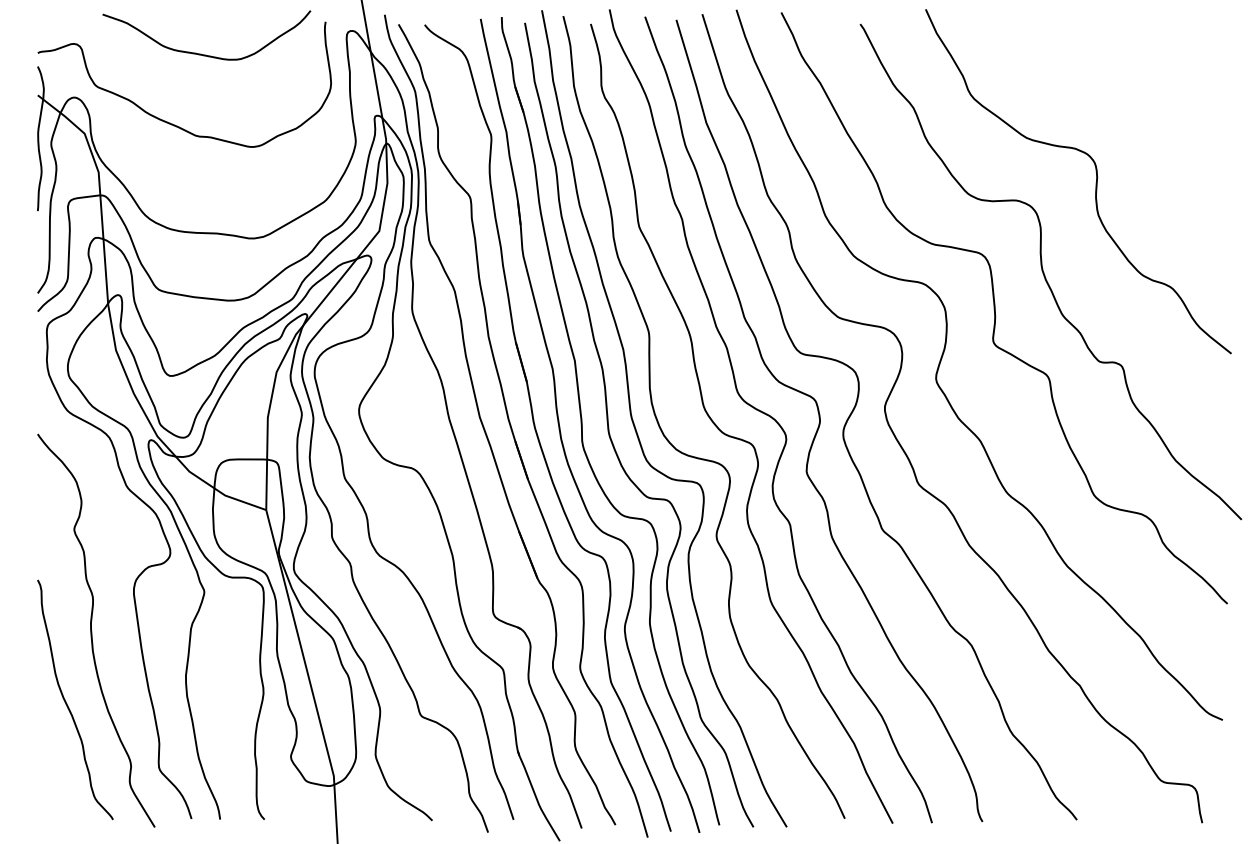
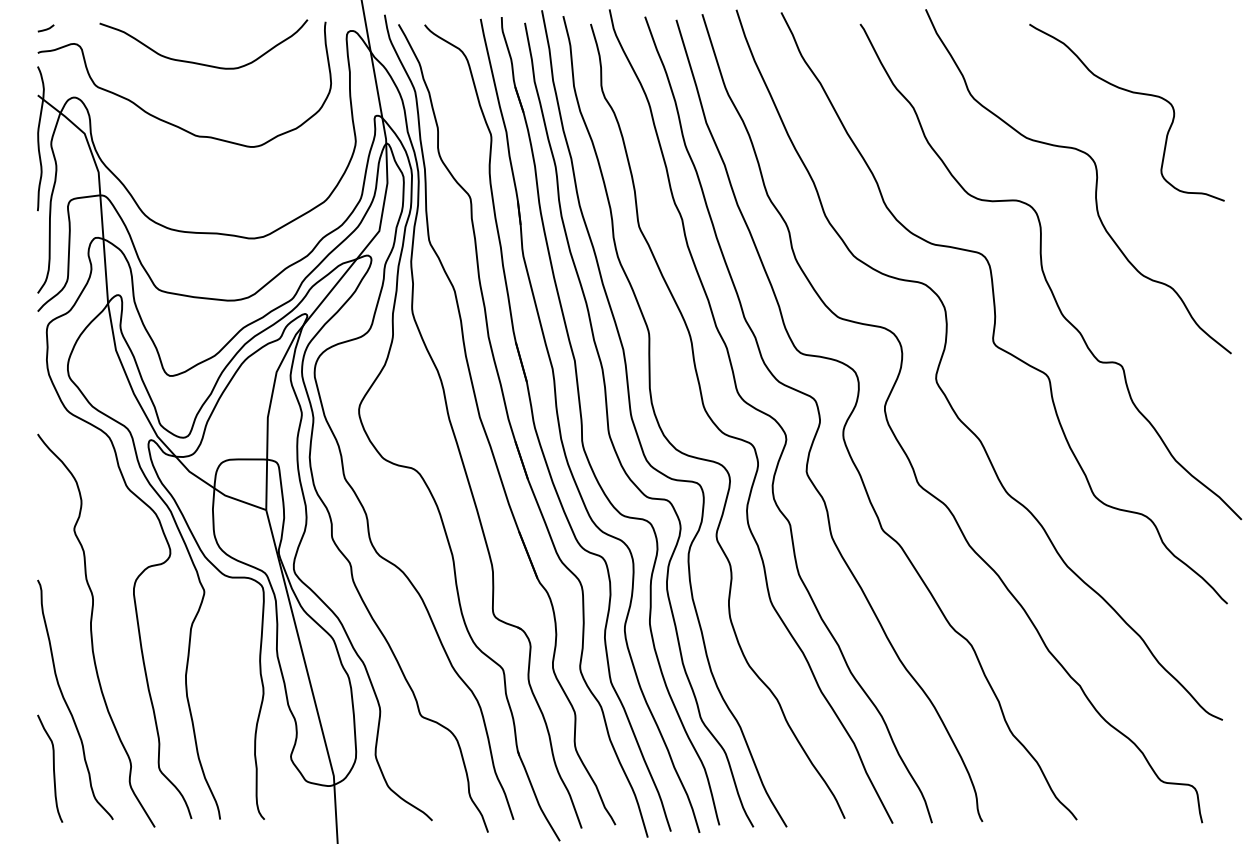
line at (46, 28): none -> present
curve at (201, 53) position: (201, 53) -> (198, 62)
curve at (1132, 93): none -> present
curve at (53, 768): none -> present
